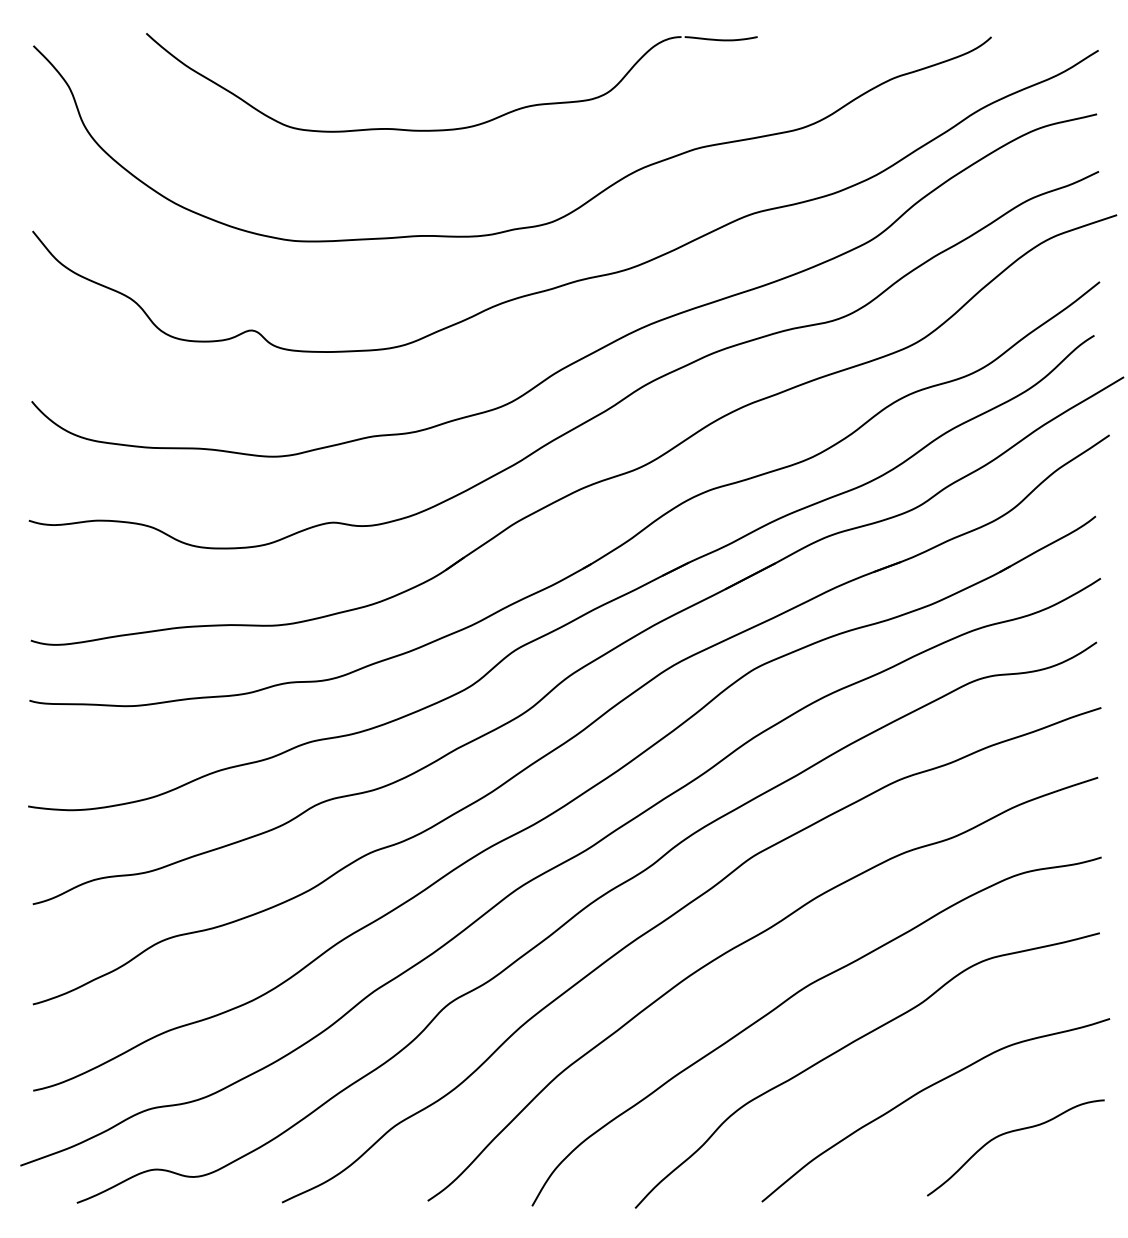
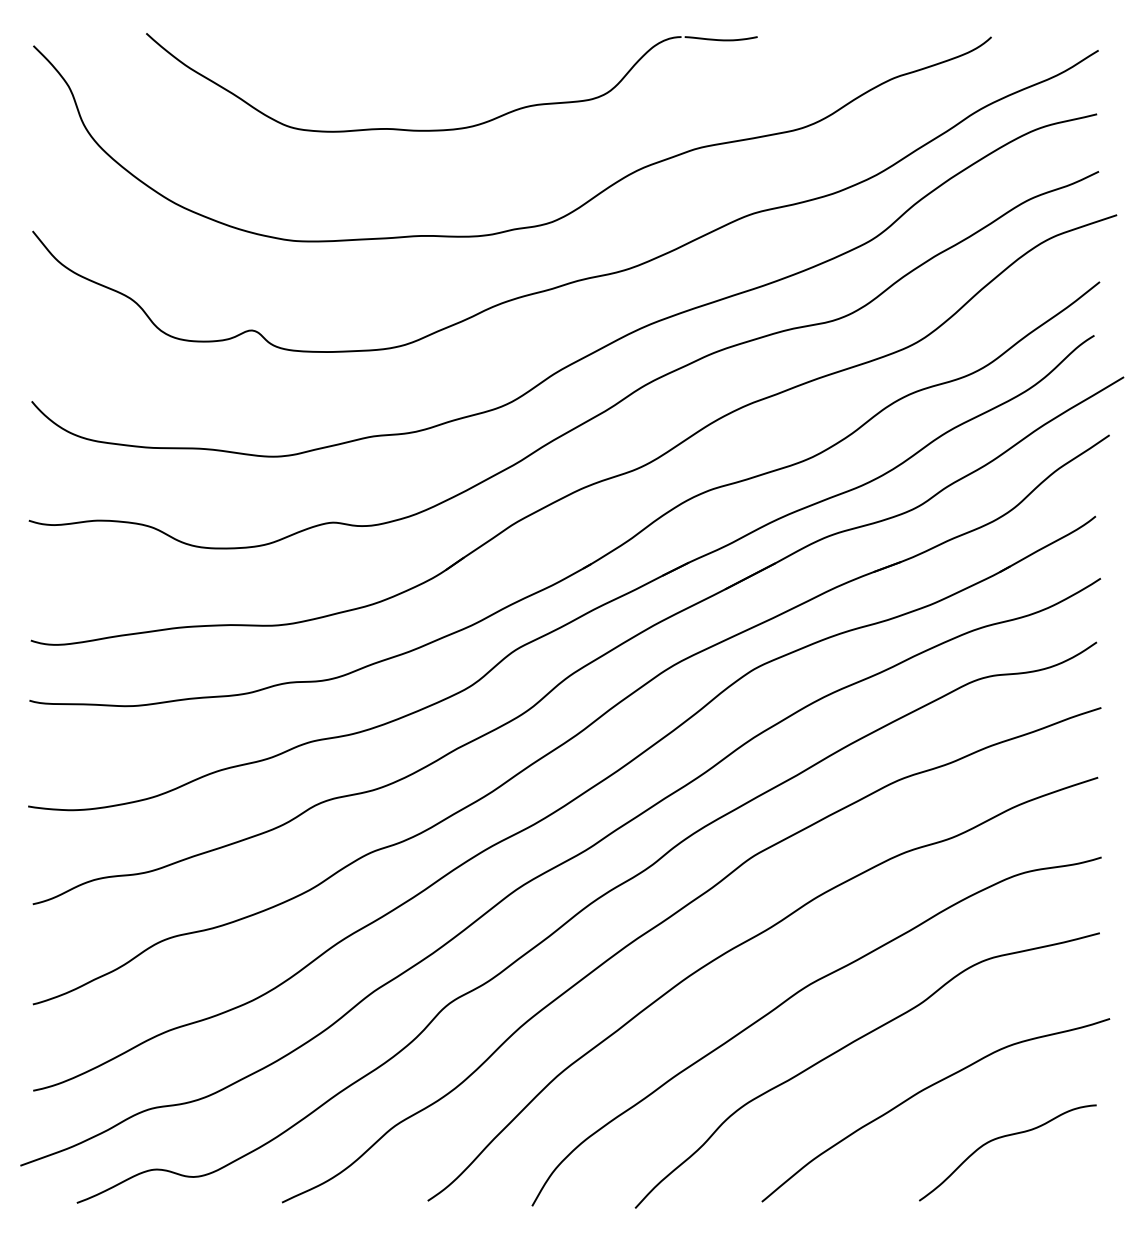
curve at (1012, 1132) position: (1012, 1132) -> (1004, 1137)
